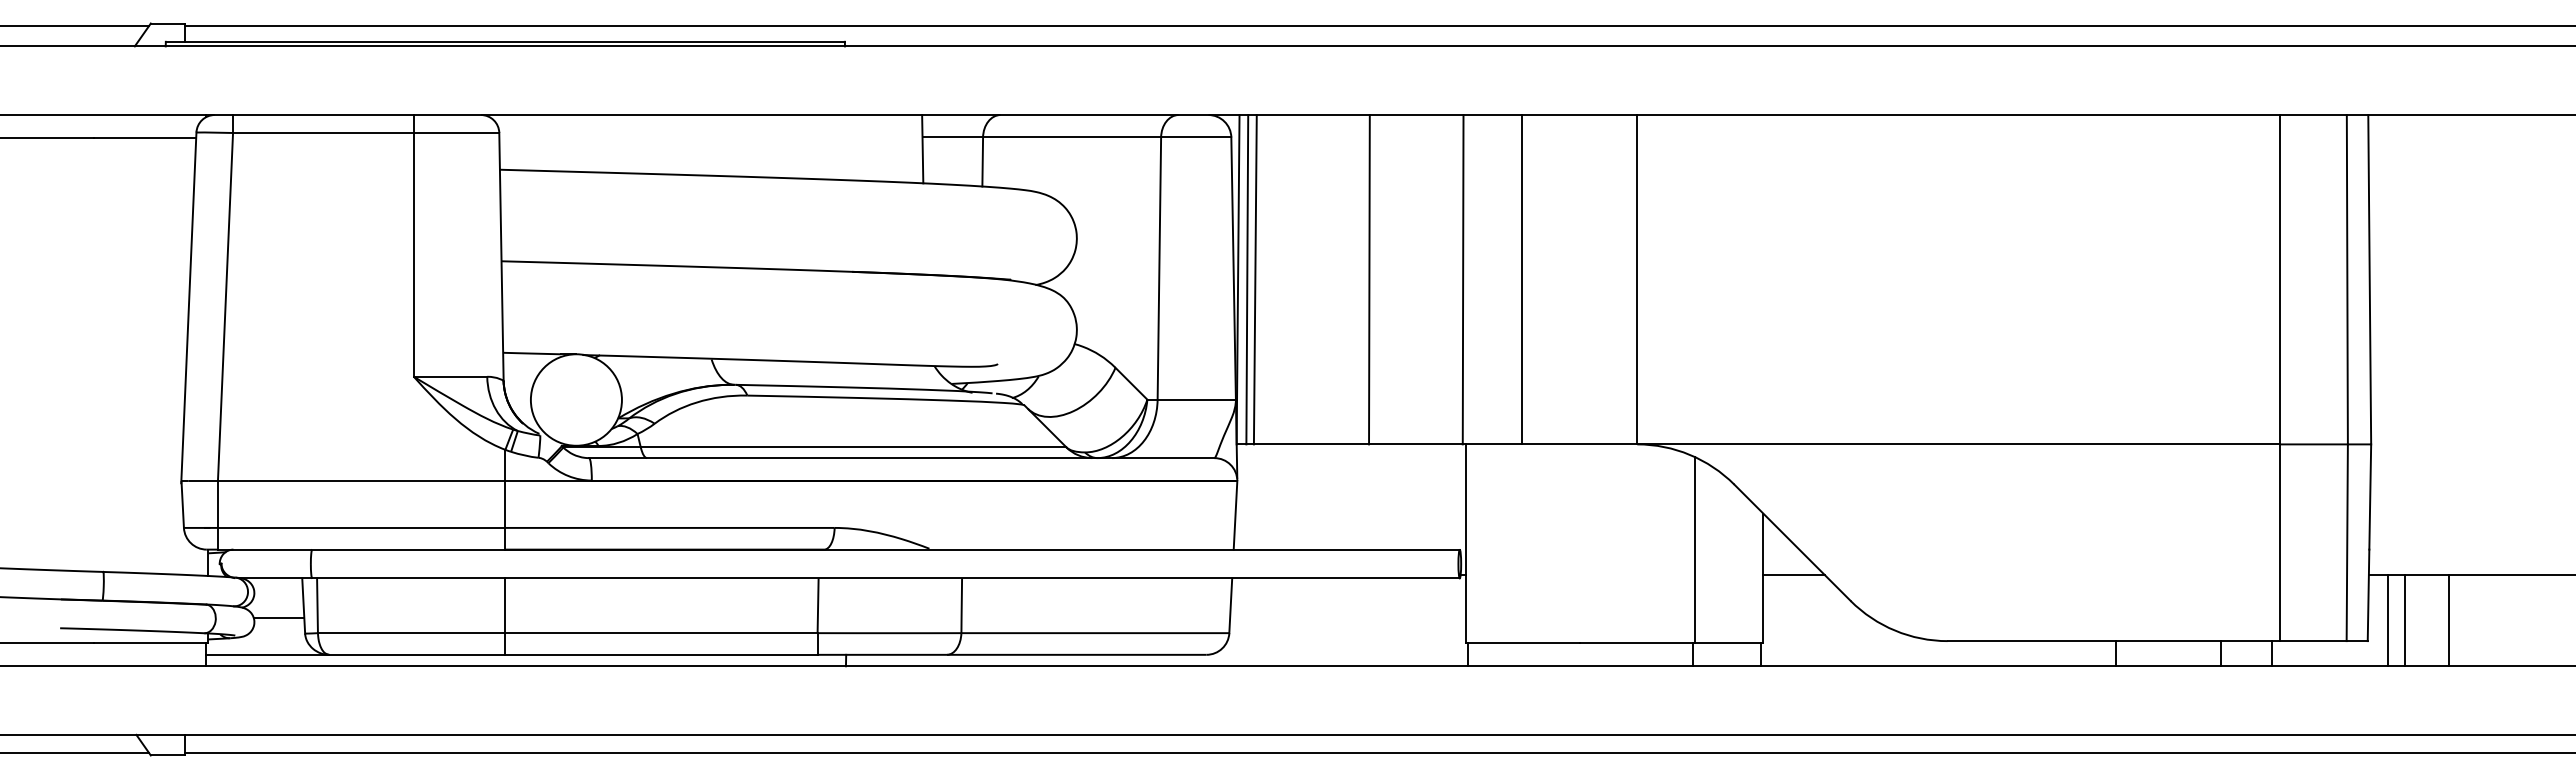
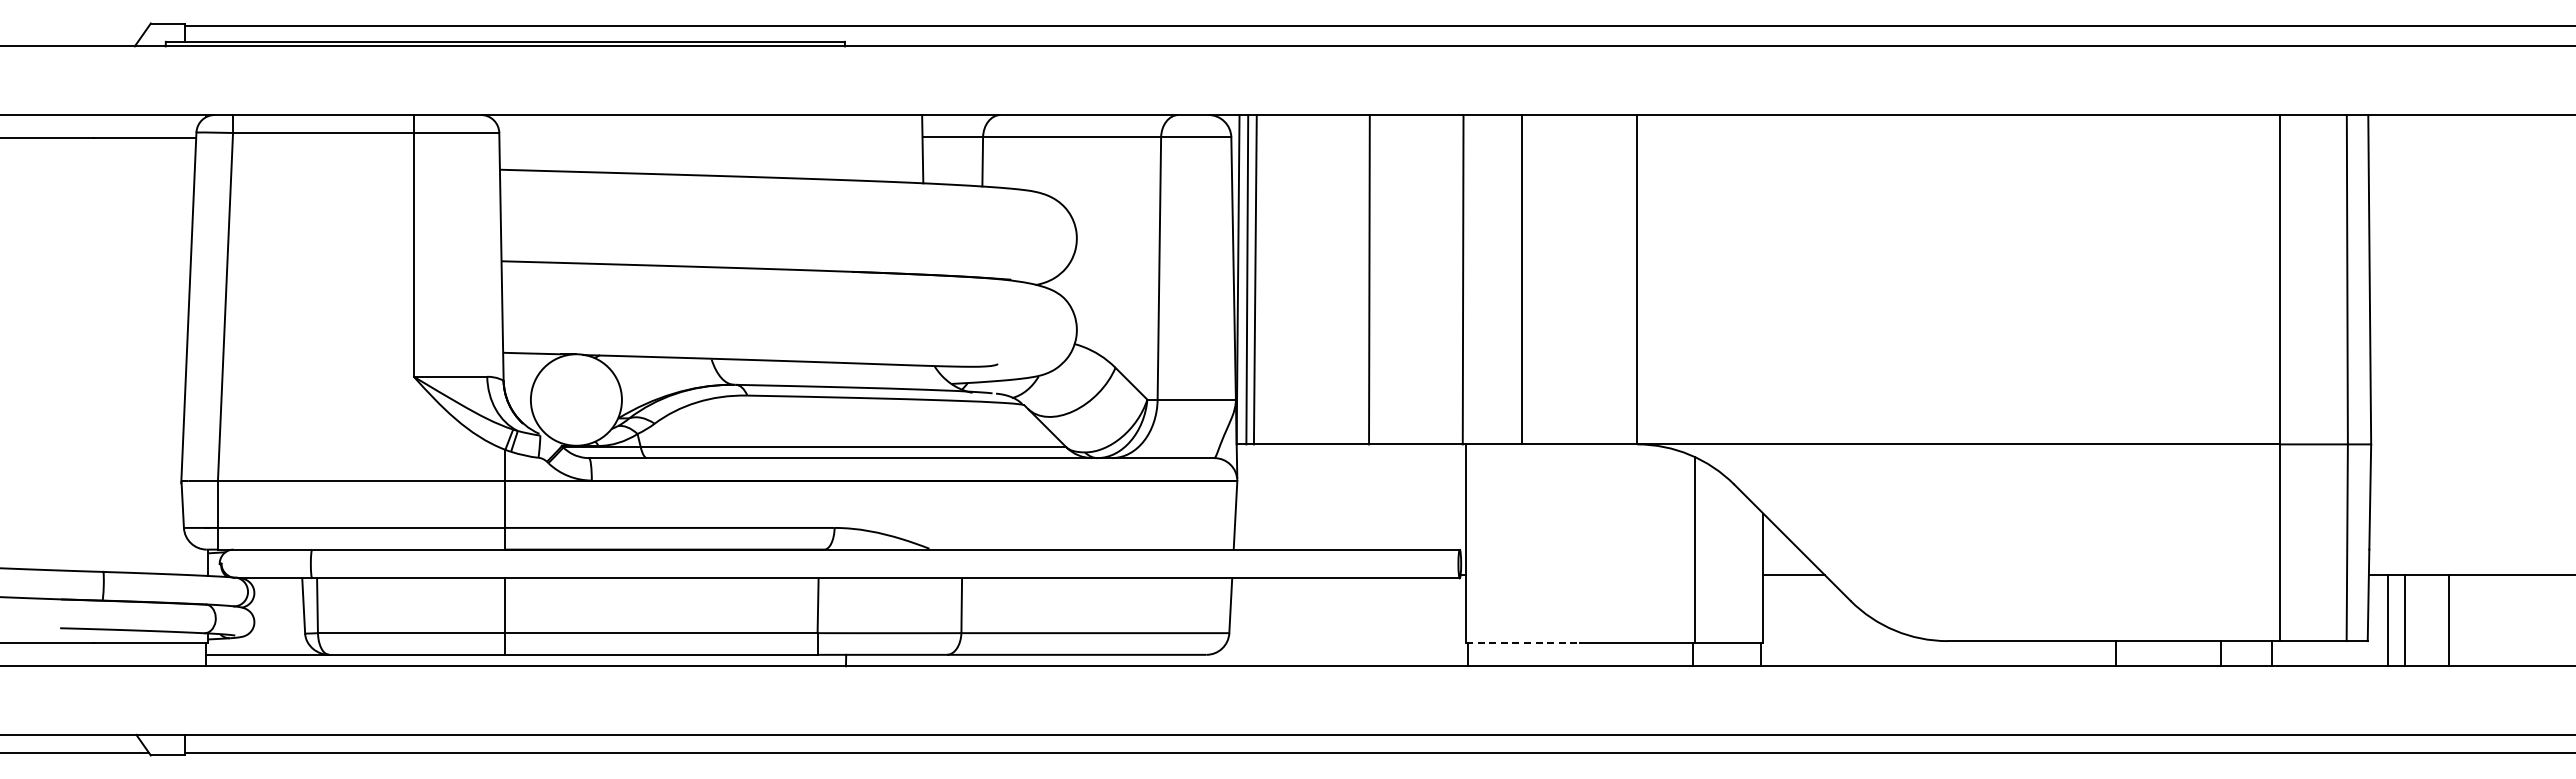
line at (75, 25): present -> none
line at (278, 618): present -> none
line at (1523, 643): solid -> dashed
